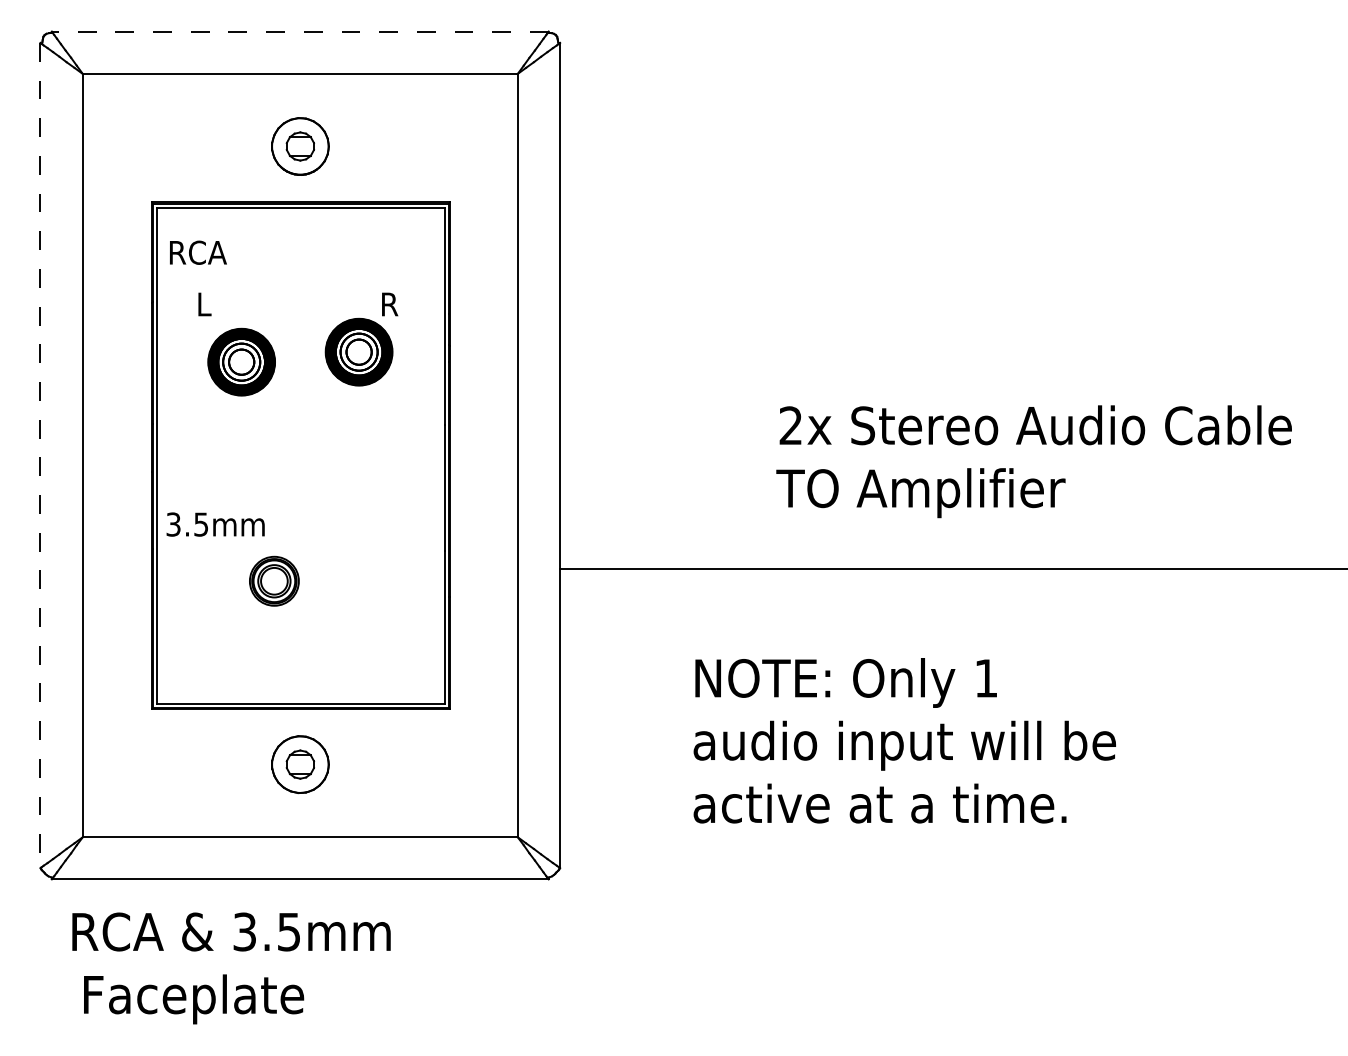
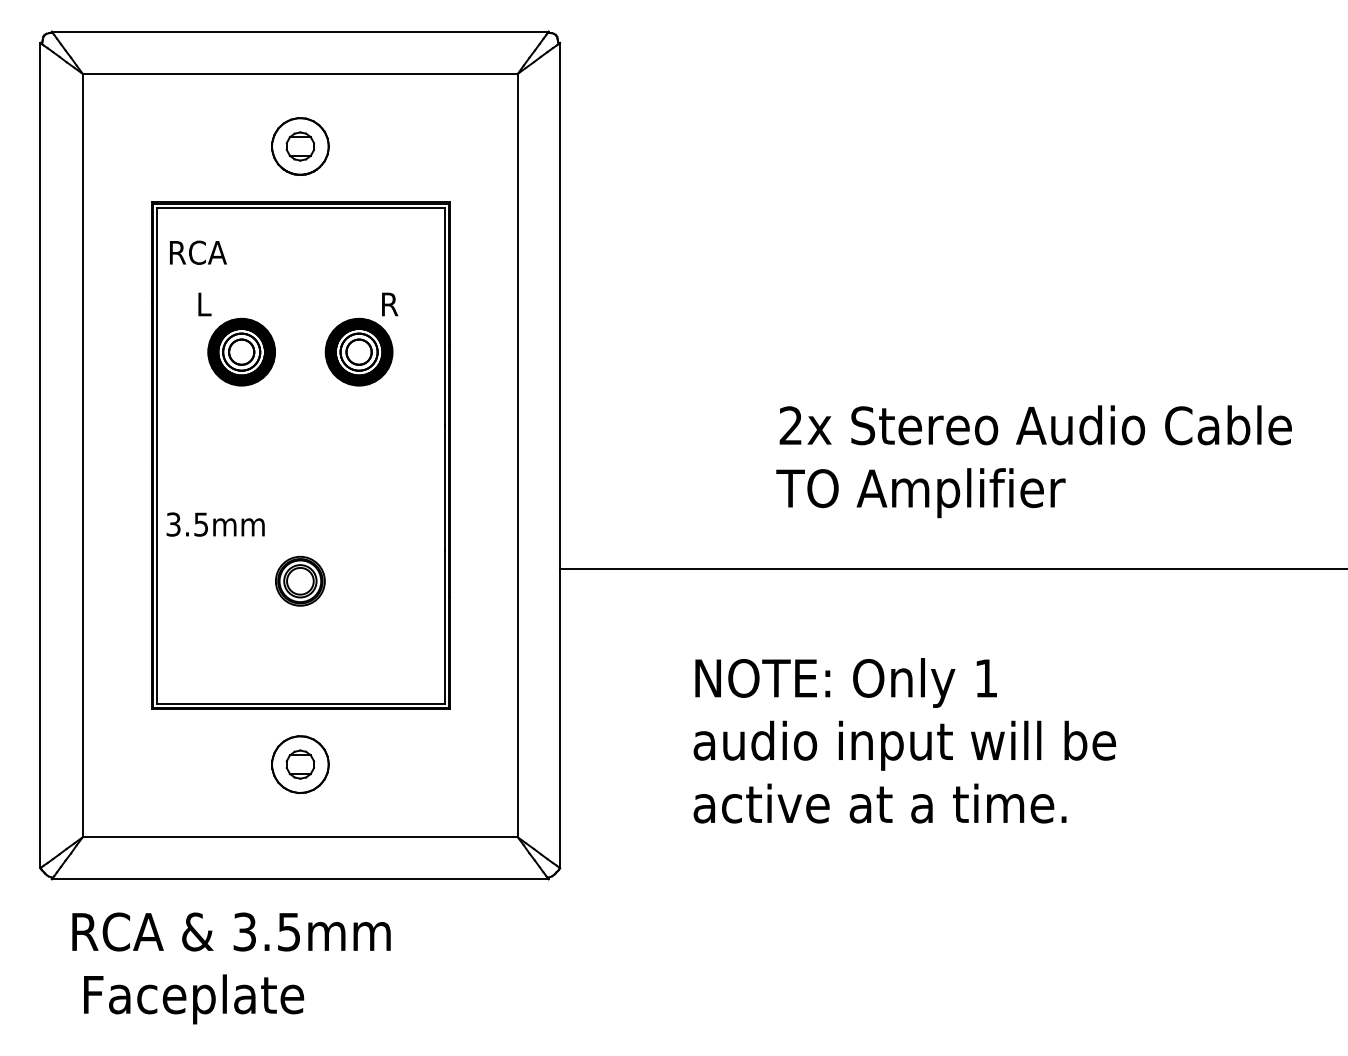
line at (299, 31): dashed -> solid
part at (241, 361) position: (241, 361) -> (241, 351)
line at (40, 455): dashed -> solid
part at (274, 580) position: (274, 580) -> (300, 580)
